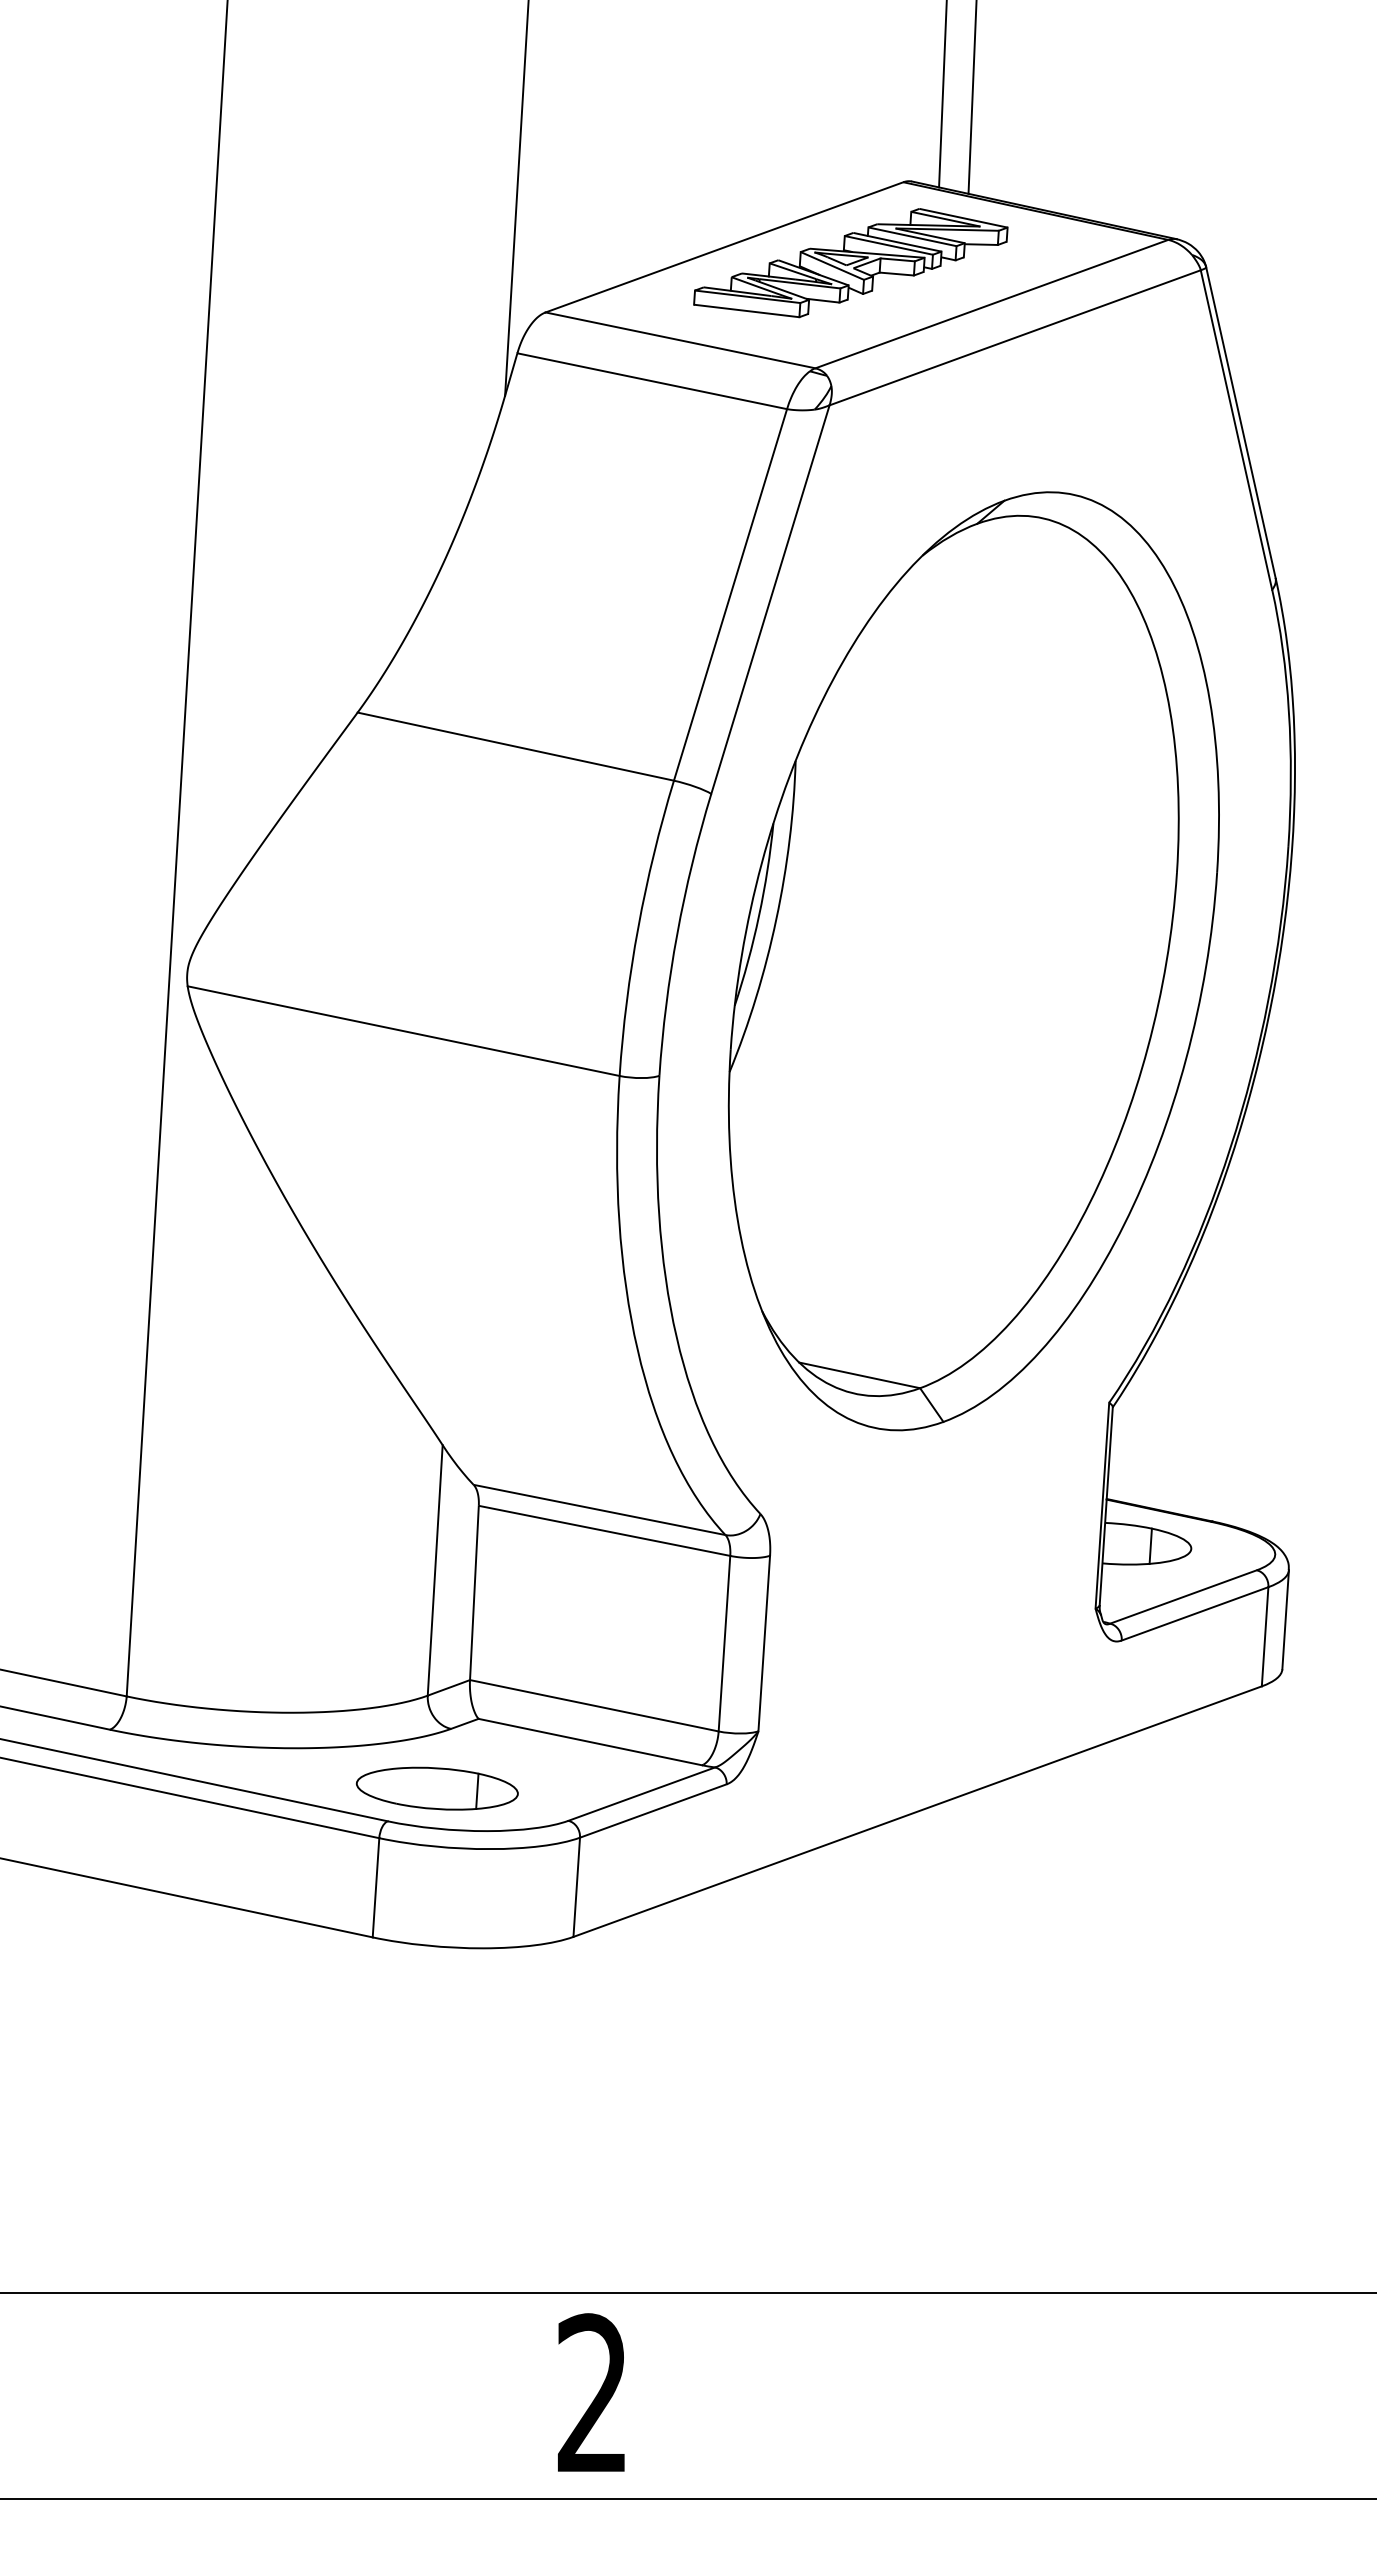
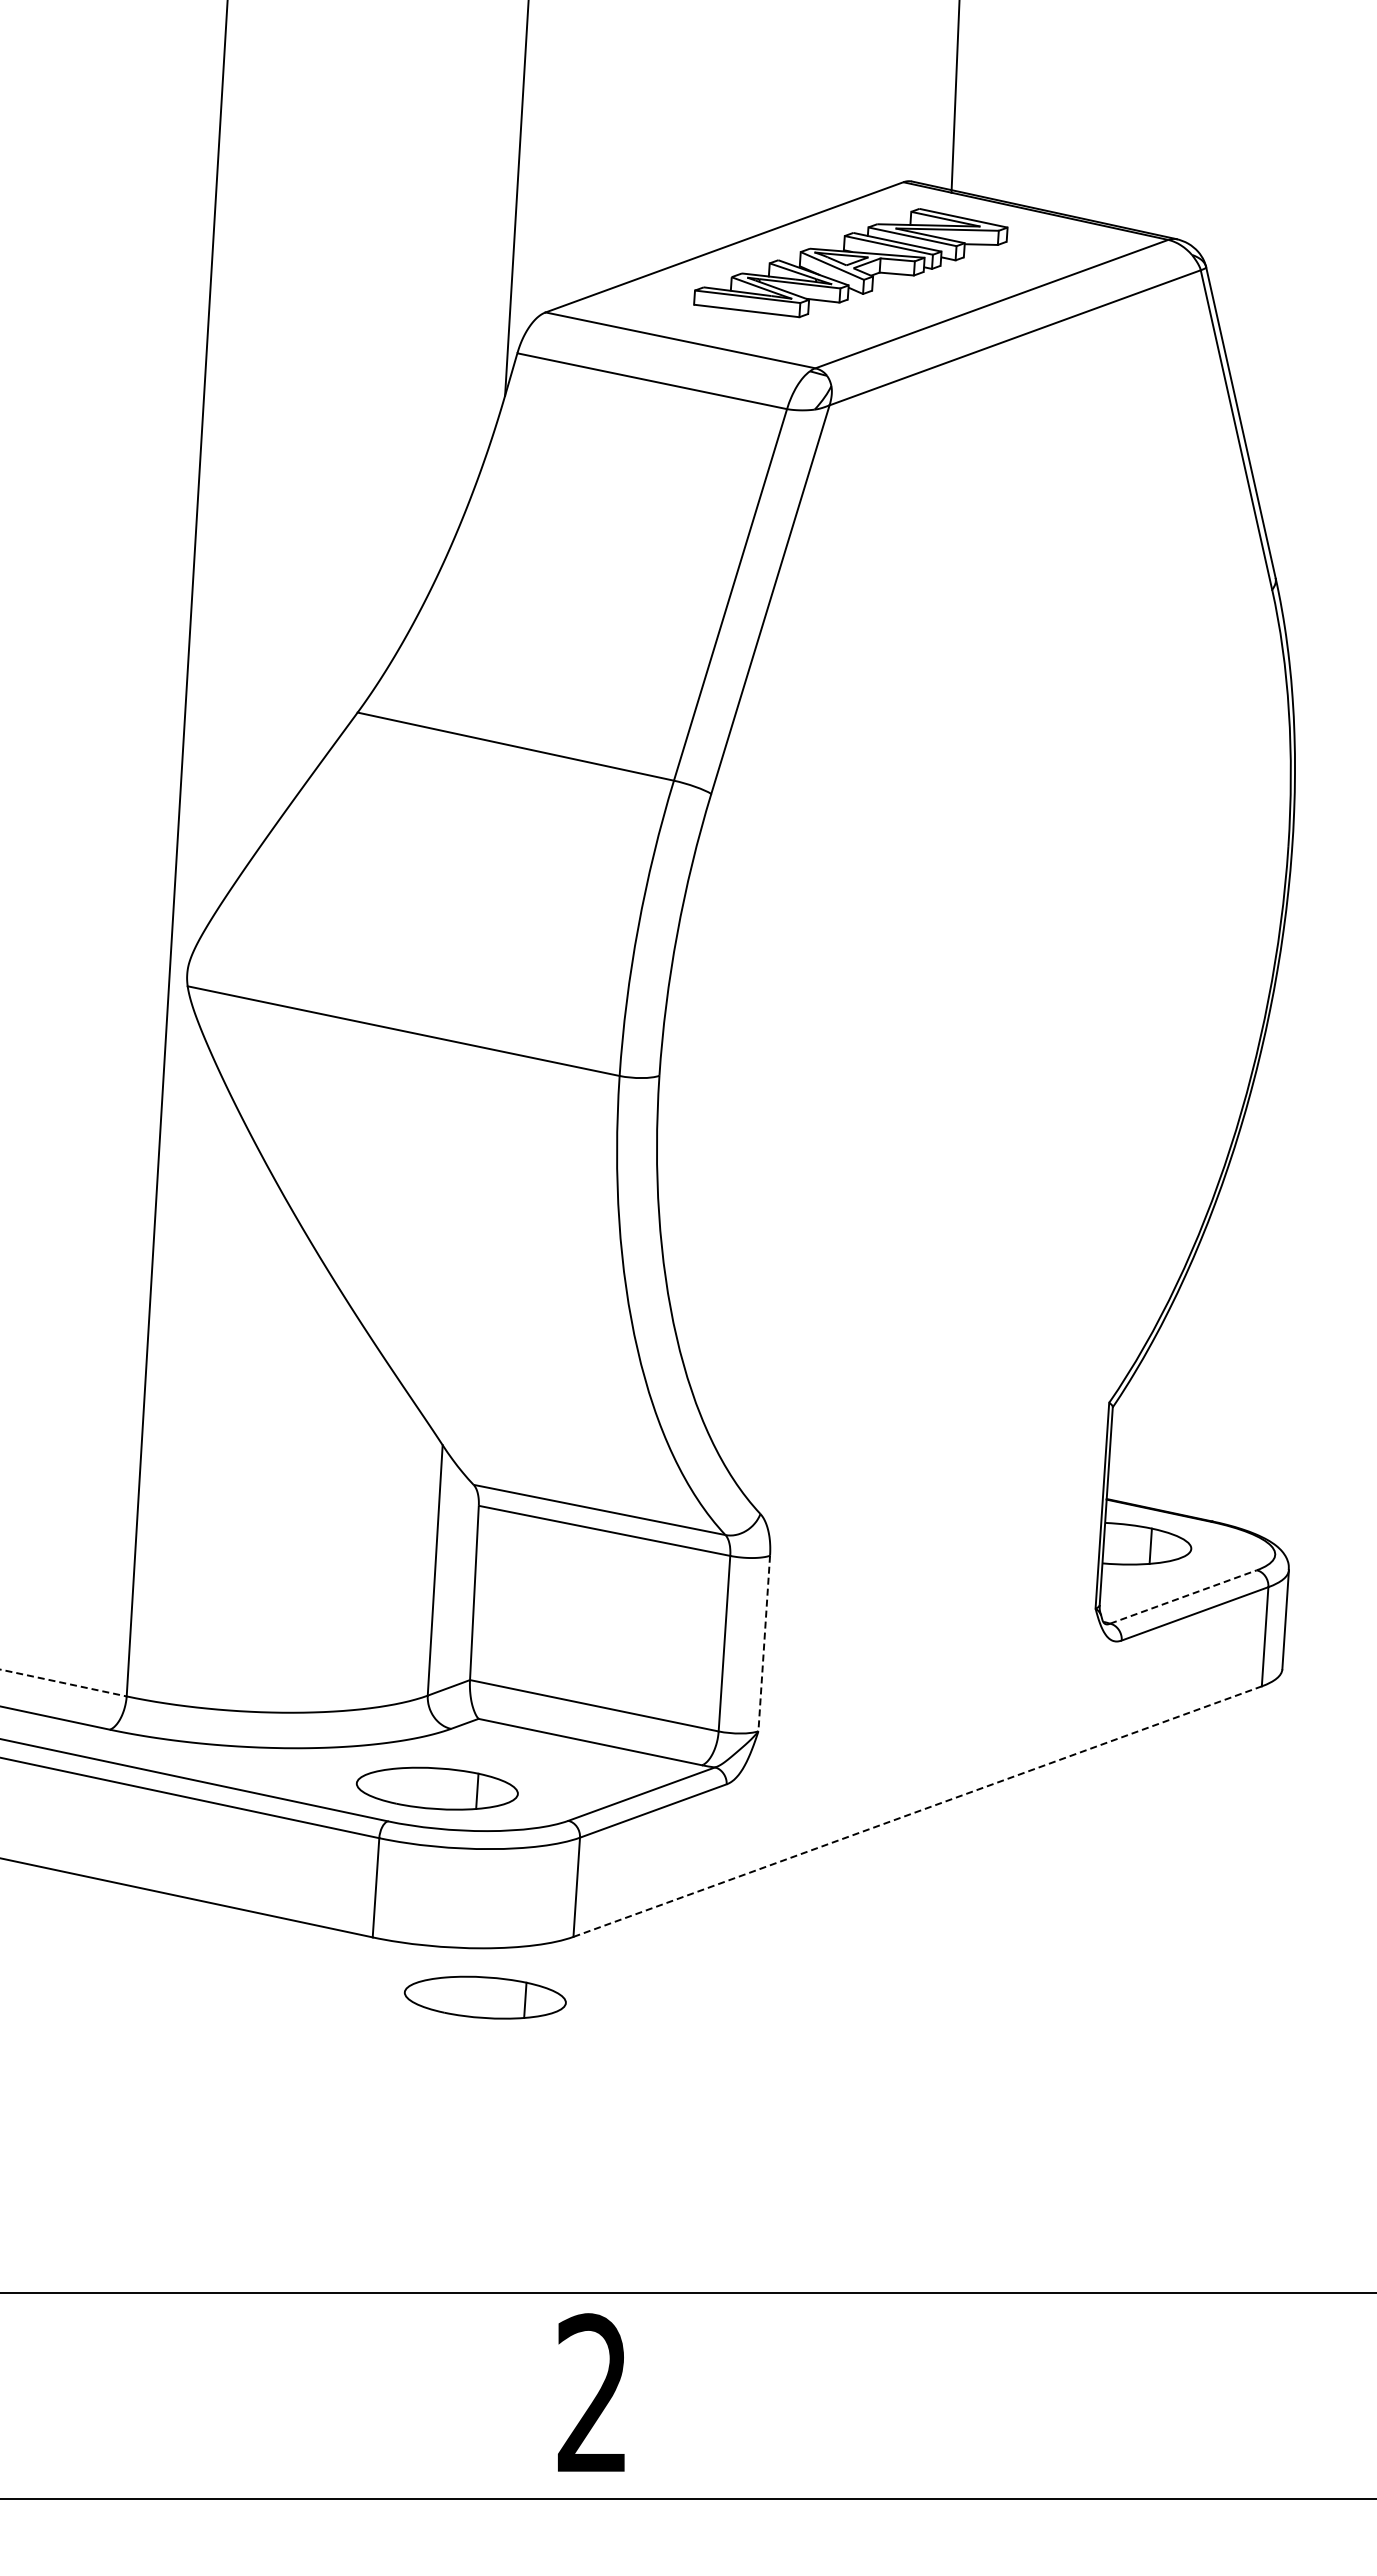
line at (942, 94): present -> none
line at (972, 97) position: (972, 97) -> (955, 97)
part at (973, 961): present -> none
line at (1183, 1596): solid -> dashed
line at (764, 1643): solid -> dashed
line at (64, 1683): solid -> dashed
line at (918, 1811): solid -> dashed
part at (484, 1997): none -> present
